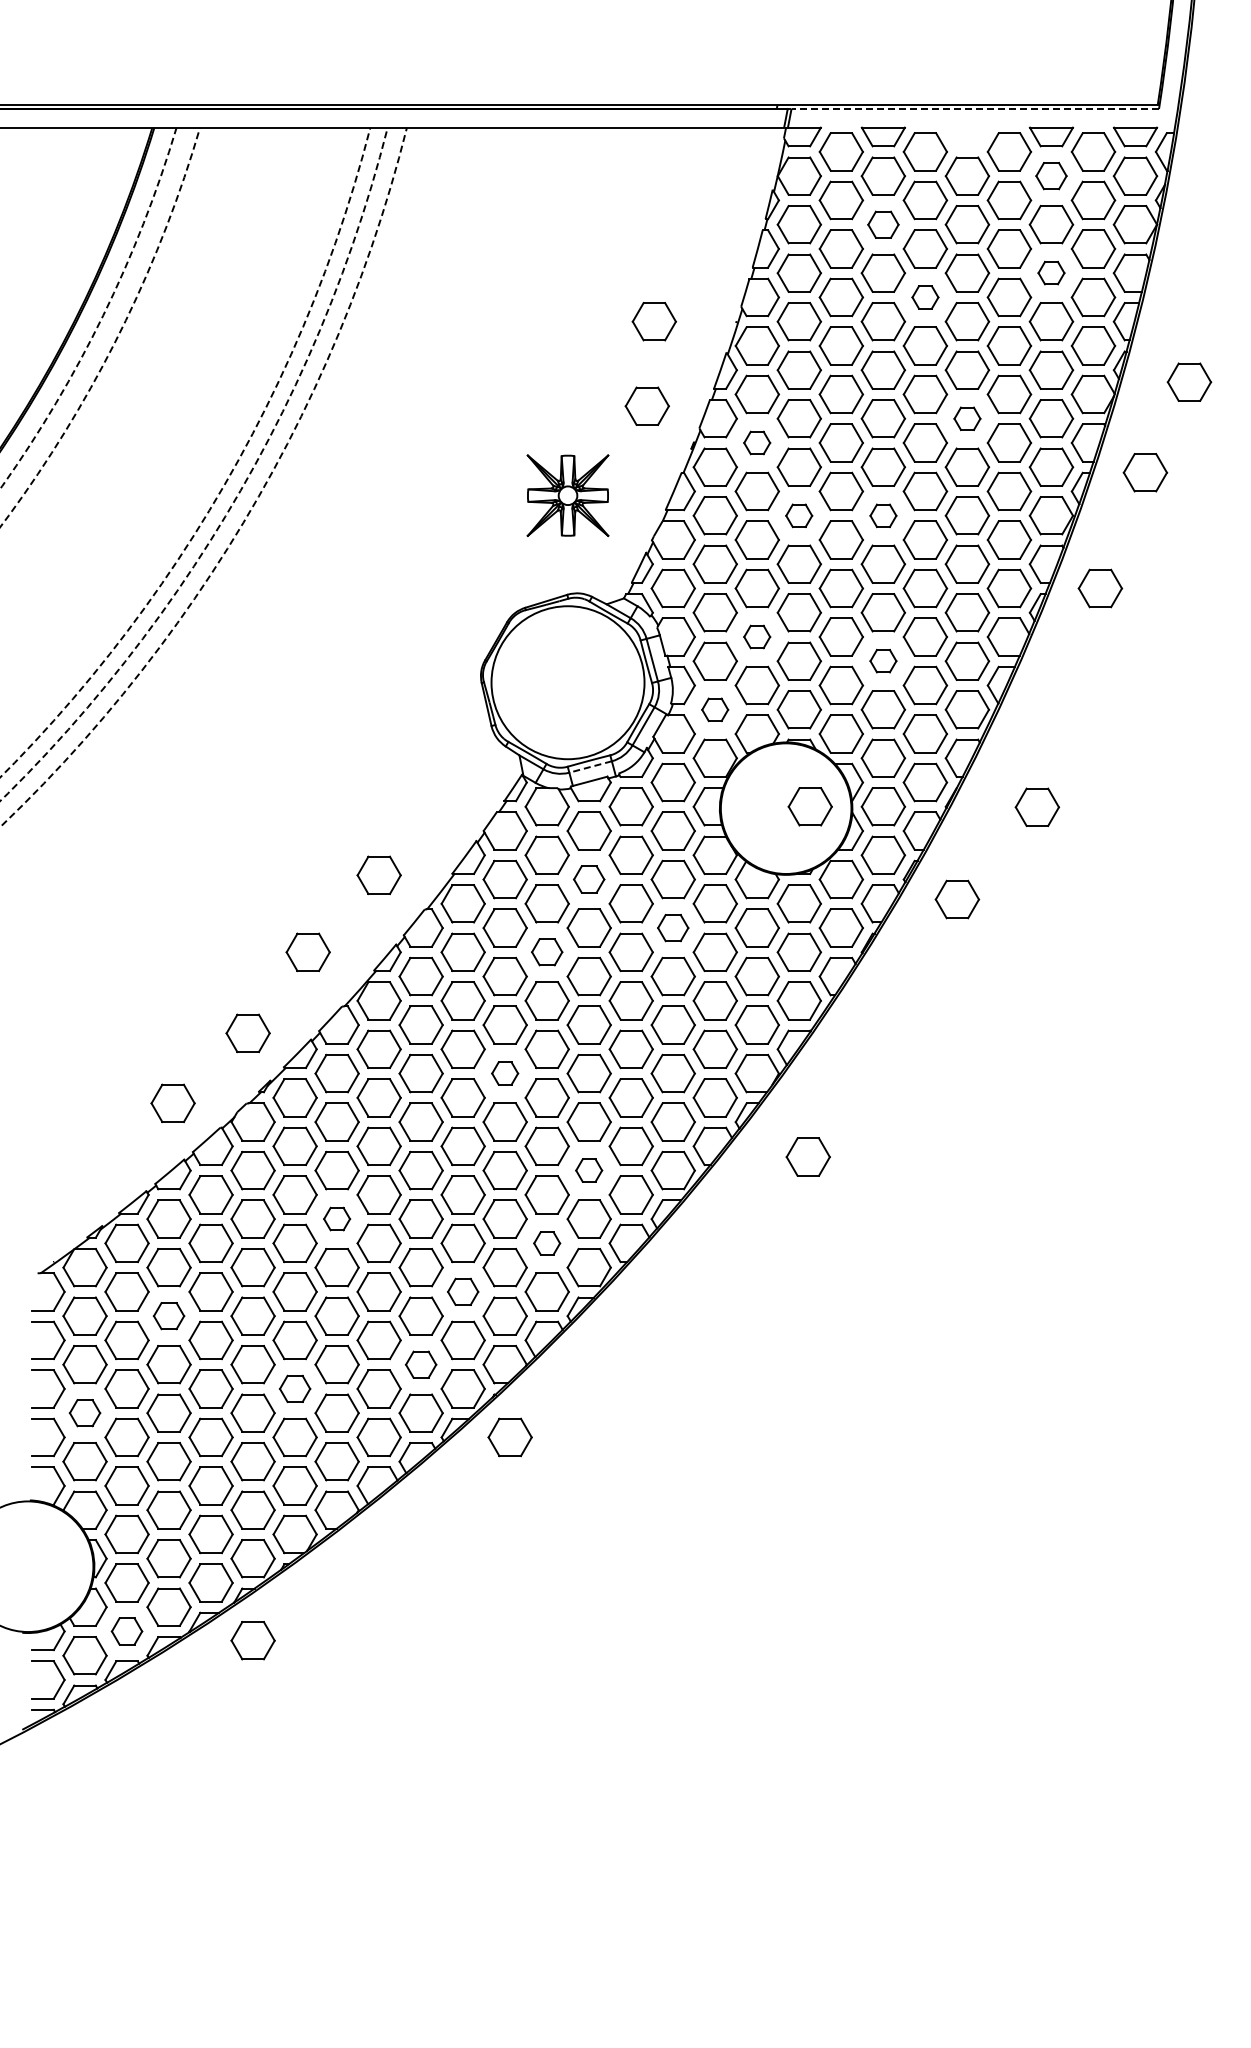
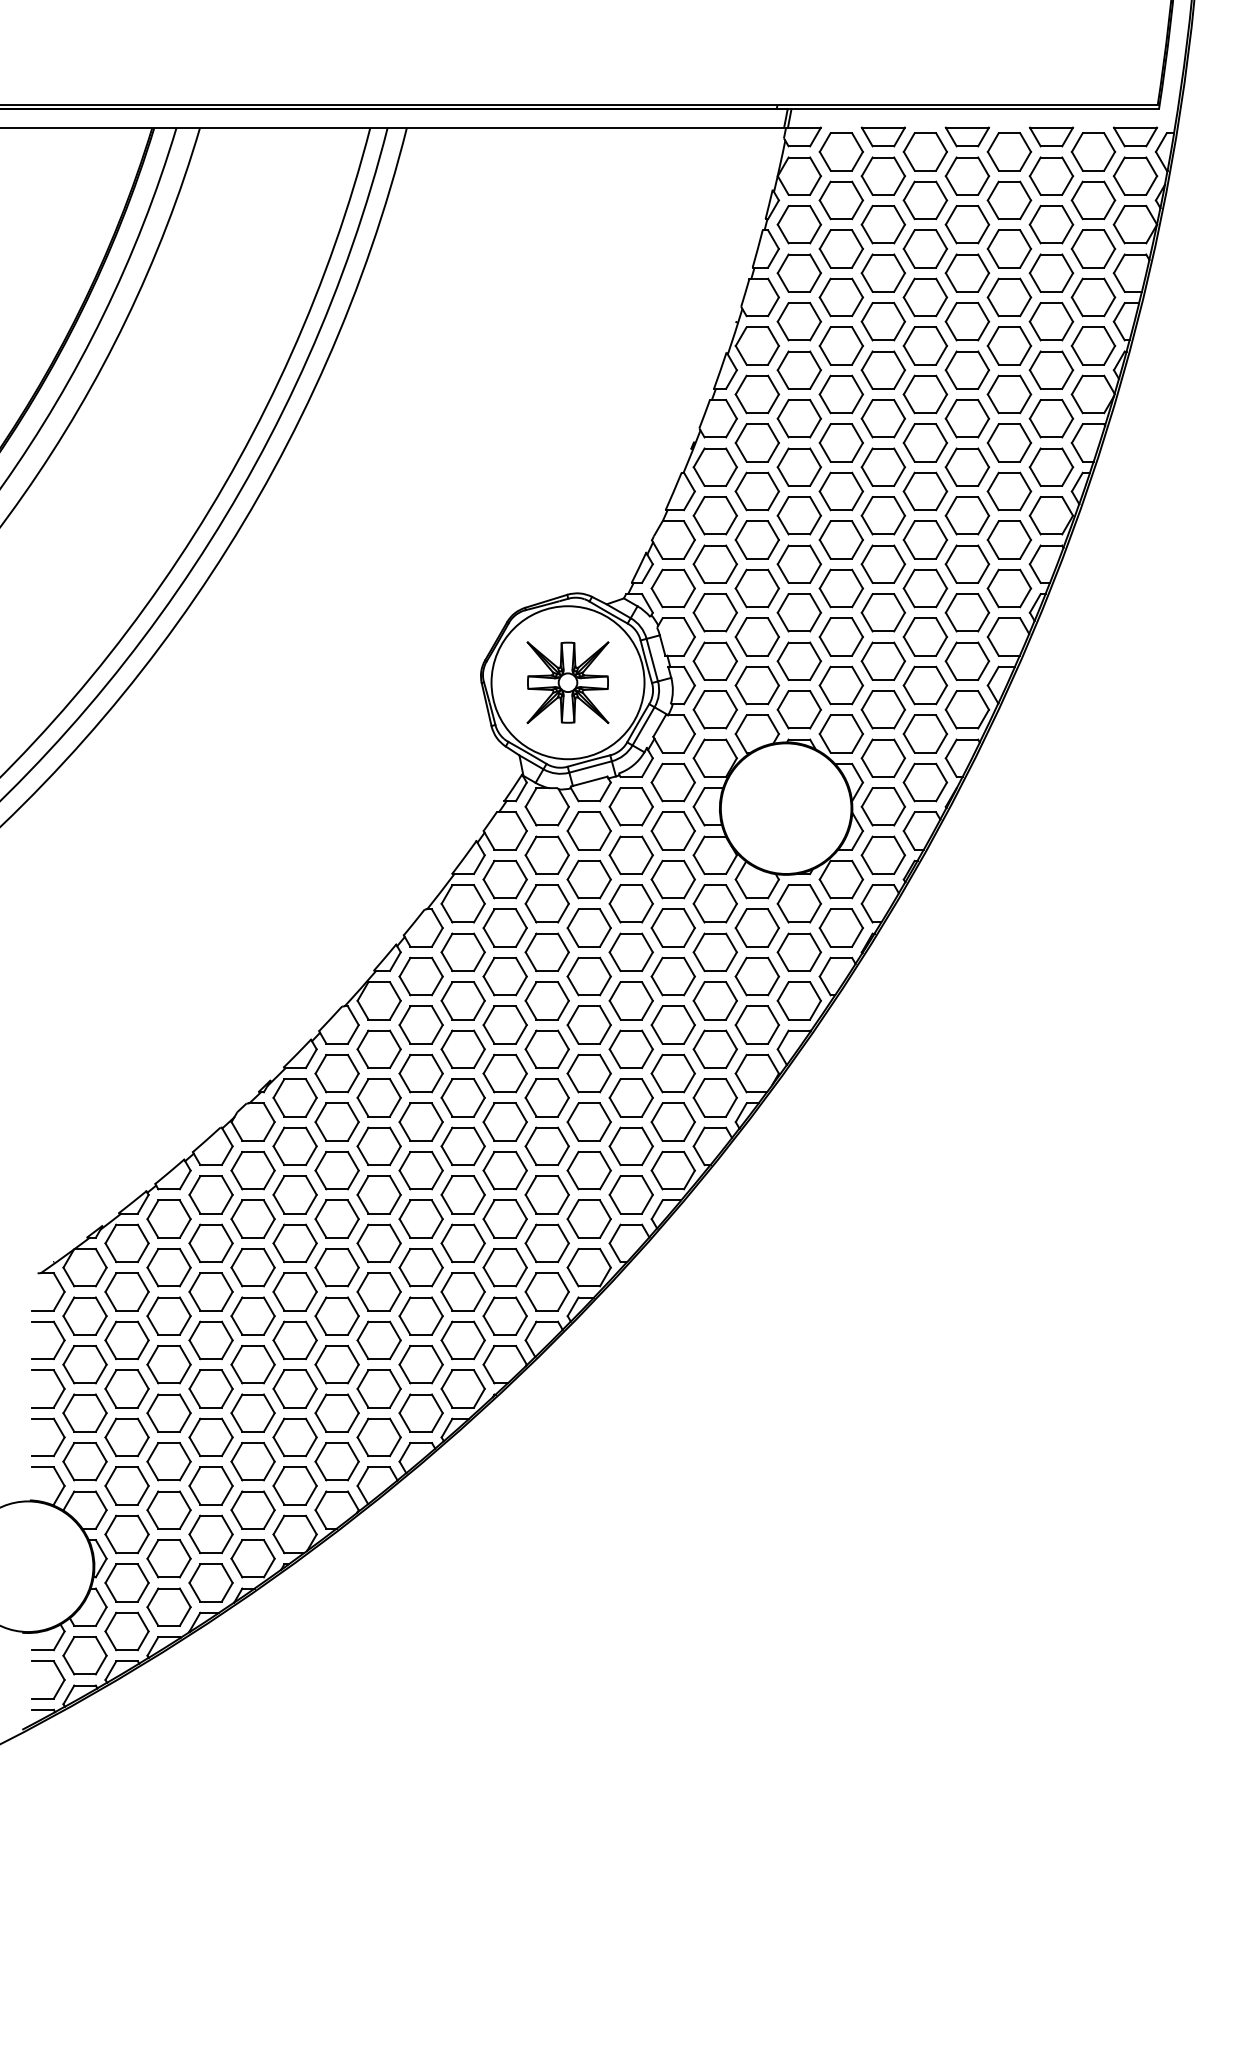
line at (975, 109): dashed -> solid
part at (966, 136): none -> present
part at (1051, 176) size: 33x29 px -> 47x40 px
part at (883, 224) size: 33x29 px -> 47x40 px
part at (1051, 272) size: 29x26 px -> 47x40 px
part at (925, 297) size: 29x25 px -> 47x41 px
arc at (103, 314): dashed -> solid
part at (653, 321): present -> none
arc at (117, 337): dashed -> solid
part at (1189, 381): present -> none
part at (646, 405): present -> none
part at (967, 418) size: 29x25 px -> 47x40 px
part at (757, 442) size: 29x26 px -> 46x40 px
part at (1145, 472): present -> none
arc at (228, 477): dashed -> solid
arc at (240, 491): dashed -> solid
part at (567, 495) position: (567, 495) -> (567, 682)
arc at (253, 505): dashed -> solid
part at (799, 515) size: 29x26 px -> 46x40 px
part at (883, 515) size: 29x26 px -> 47x40 px
part at (1100, 588): present -> none
part at (757, 636) size: 29x26 px -> 46x40 px
part at (883, 660) size: 29x26 px -> 47x40 px
part at (715, 709) size: 29x26 px -> 46x40 px
line at (590, 767): dashed -> solid
part at (809, 806): present -> none
part at (1037, 806): present -> none
part at (378, 874): present -> none
part at (589, 879) size: 33x29 px -> 46x41 px
part at (957, 899): present -> none
part at (673, 928) size: 33x29 px -> 46x40 px
part at (307, 951): present -> none
part at (547, 952) size: 33x29 px -> 46x40 px
part at (247, 1033): present -> none
part at (505, 1073) size: 29x25 px -> 46x41 px
part at (172, 1103): present -> none
part at (807, 1156): present -> none
part at (589, 1170) size: 29x25 px -> 46x41 px
part at (337, 1218) size: 29x26 px -> 46x40 px
part at (547, 1243) size: 29x25 px -> 46x41 px
part at (463, 1291) size: 33x29 px -> 46x40 px
part at (168, 1316) size: 34x29 px -> 46x40 px
part at (421, 1364) size: 33x29 px -> 46x40 px
part at (295, 1388) size: 33x30 px -> 46x40 px
part at (84, 1413) size: 34x29 px -> 46x40 px
part at (509, 1437): present -> none
part at (126, 1631) size: 34x29 px -> 46x41 px
part at (252, 1640): present -> none
